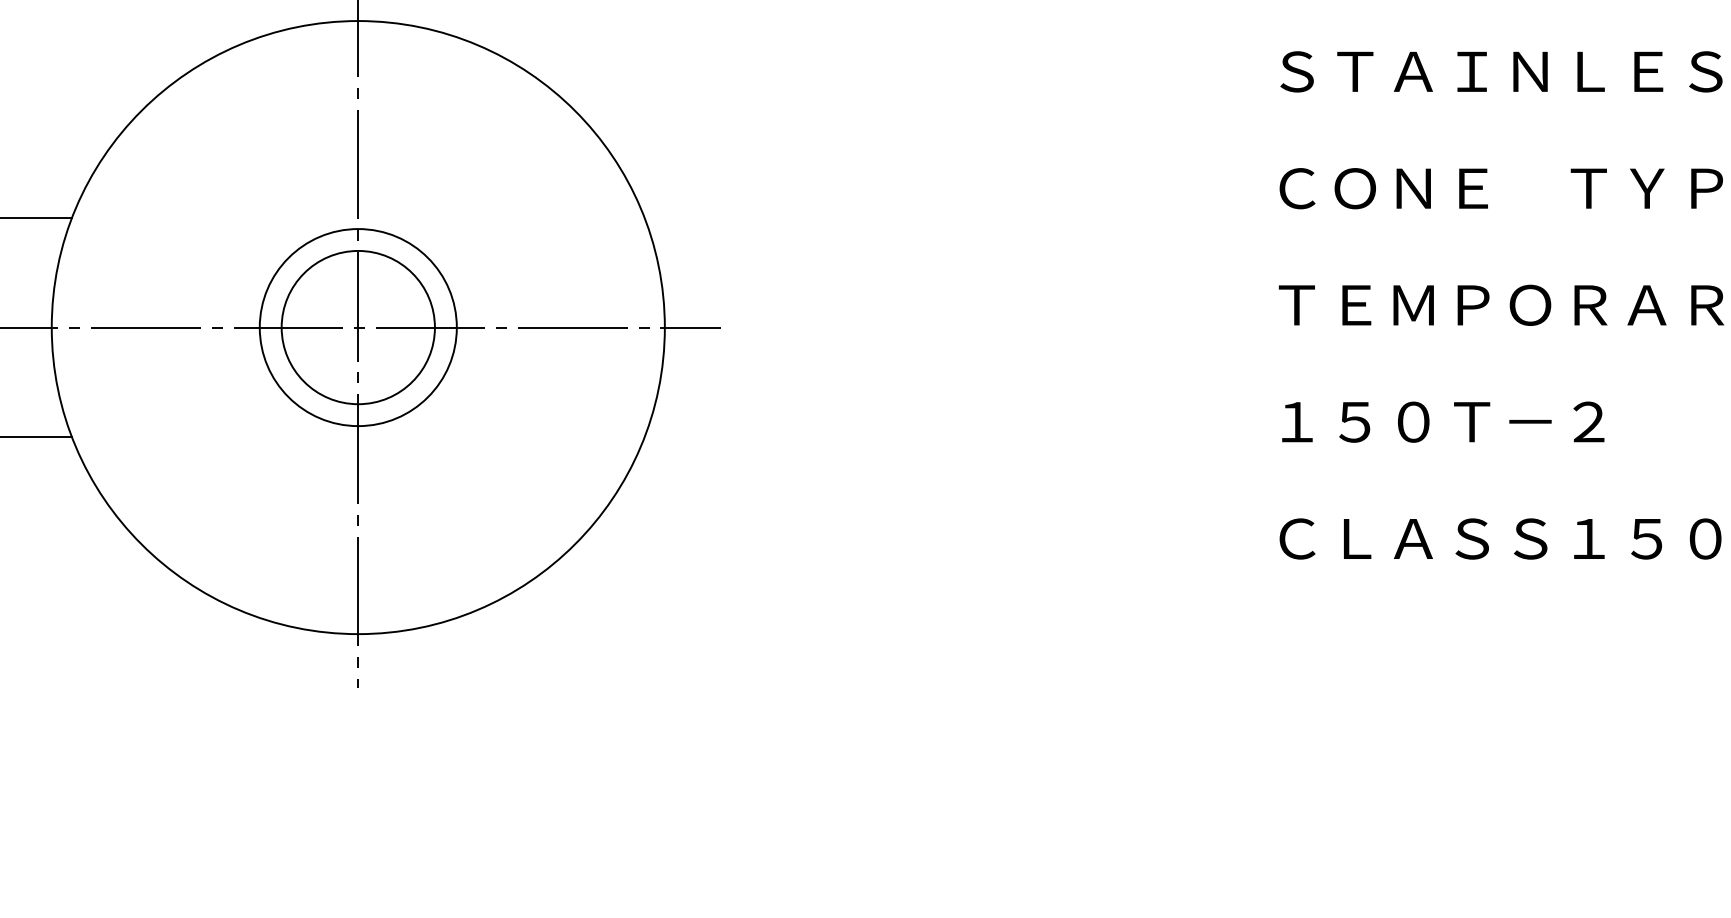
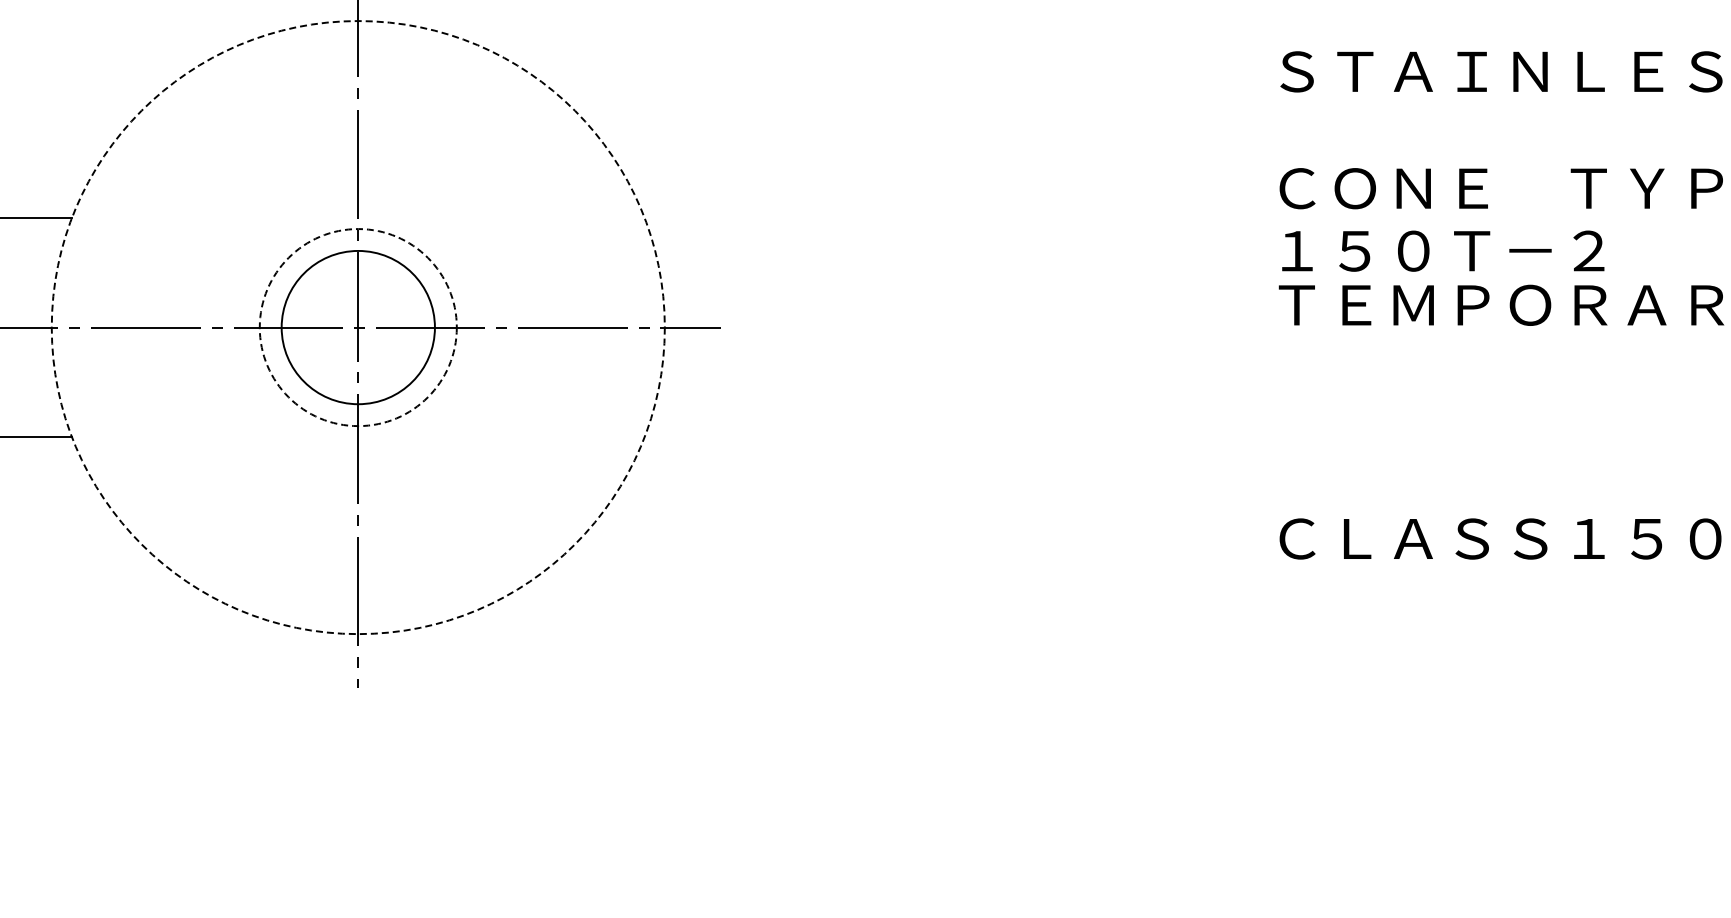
circle at (357, 327): solid -> dashed
circle at (357, 327): solid -> dashed
text at (1443, 421) position: (1443, 421) -> (1443, 250)
